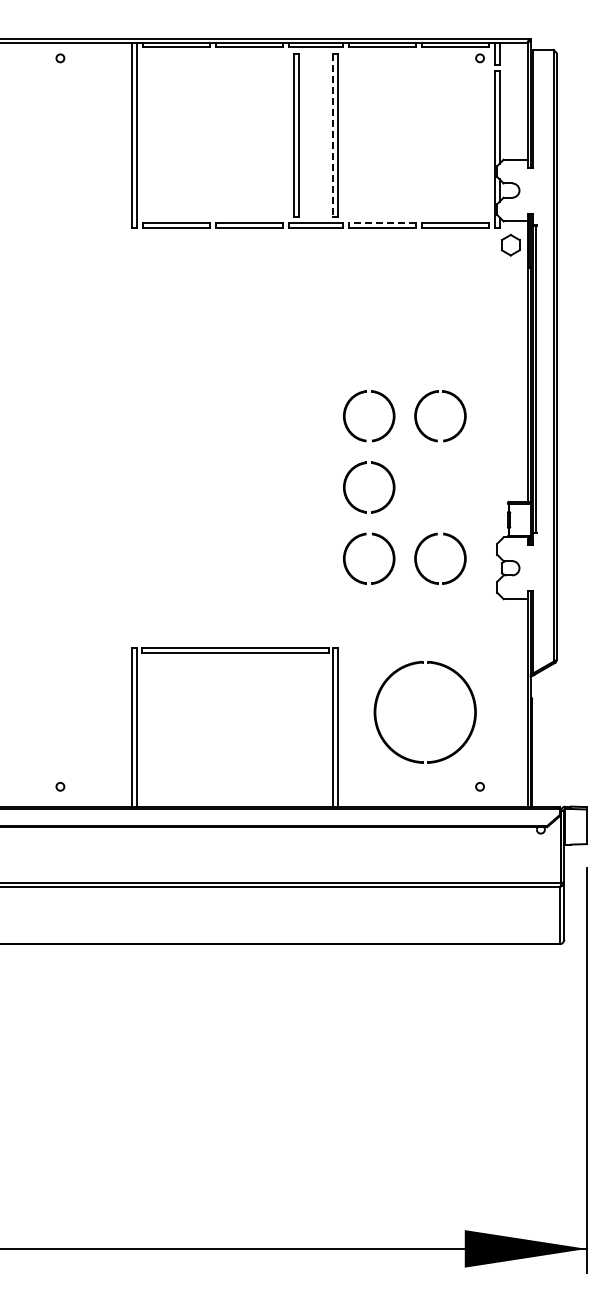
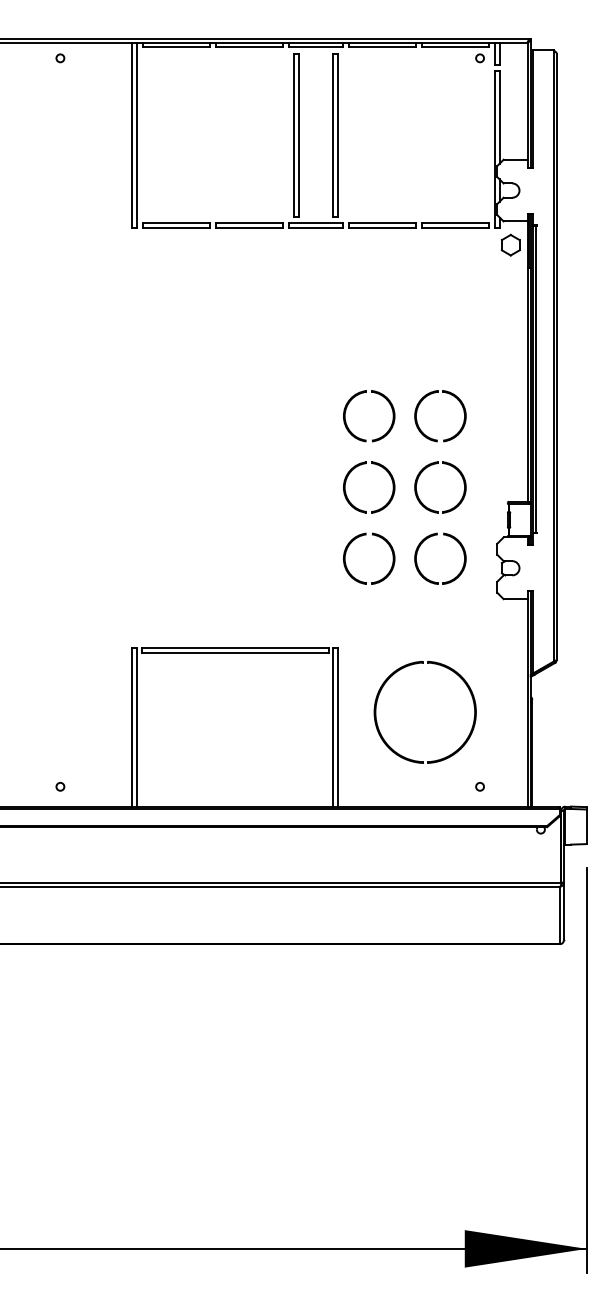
line at (333, 135): dashed -> solid
line at (382, 223): dashed -> solid
part at (463, 484): none -> present
